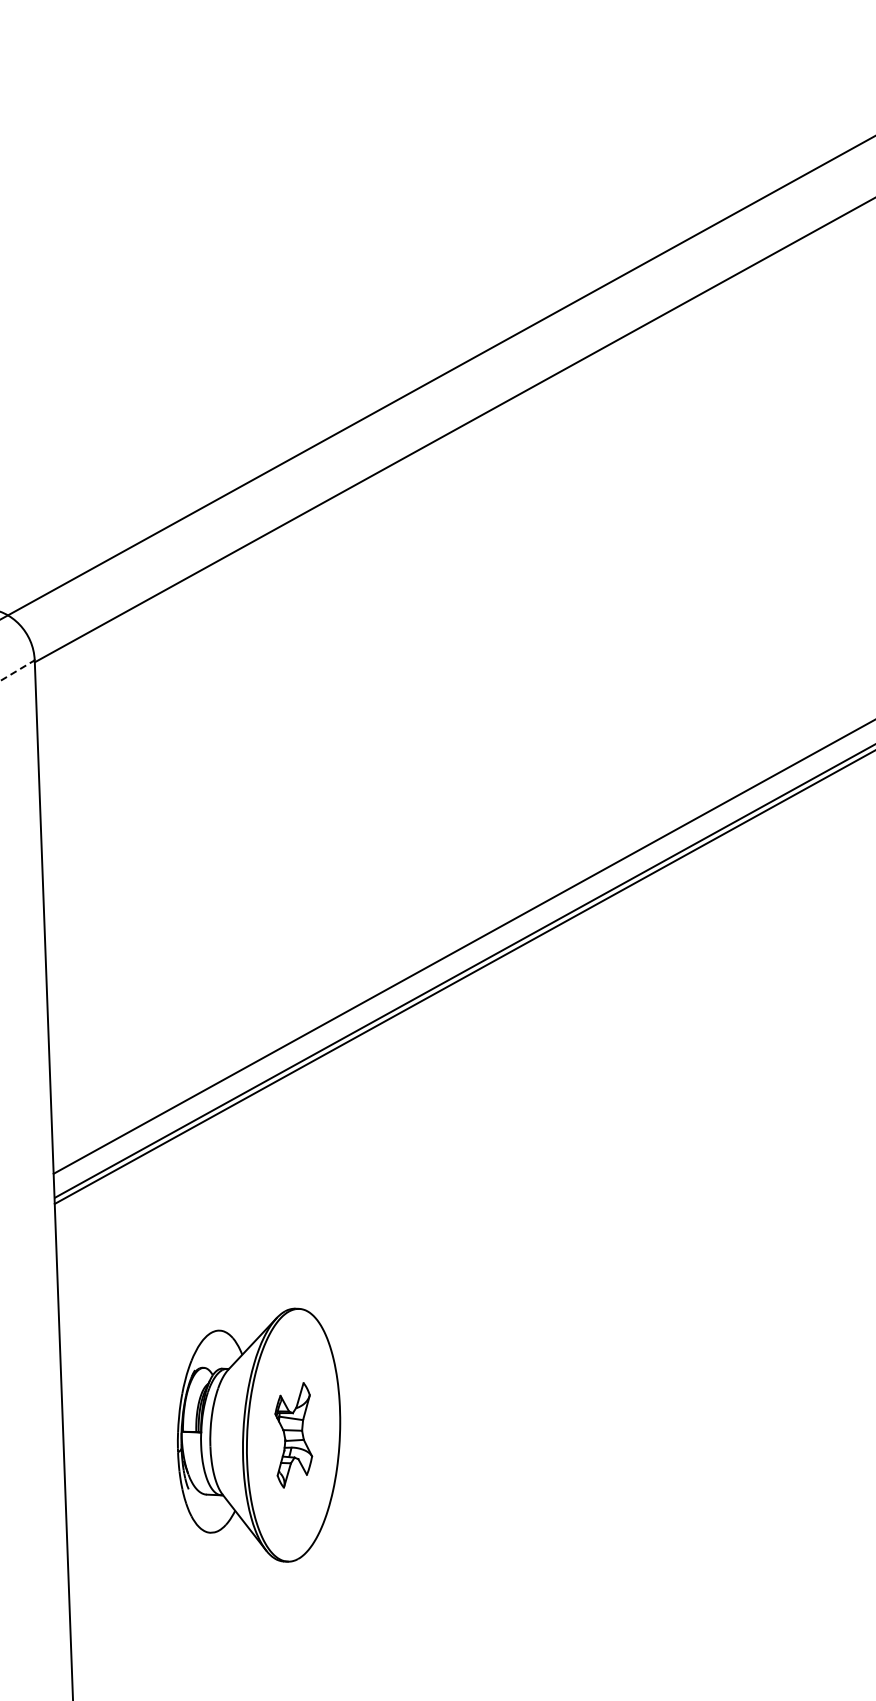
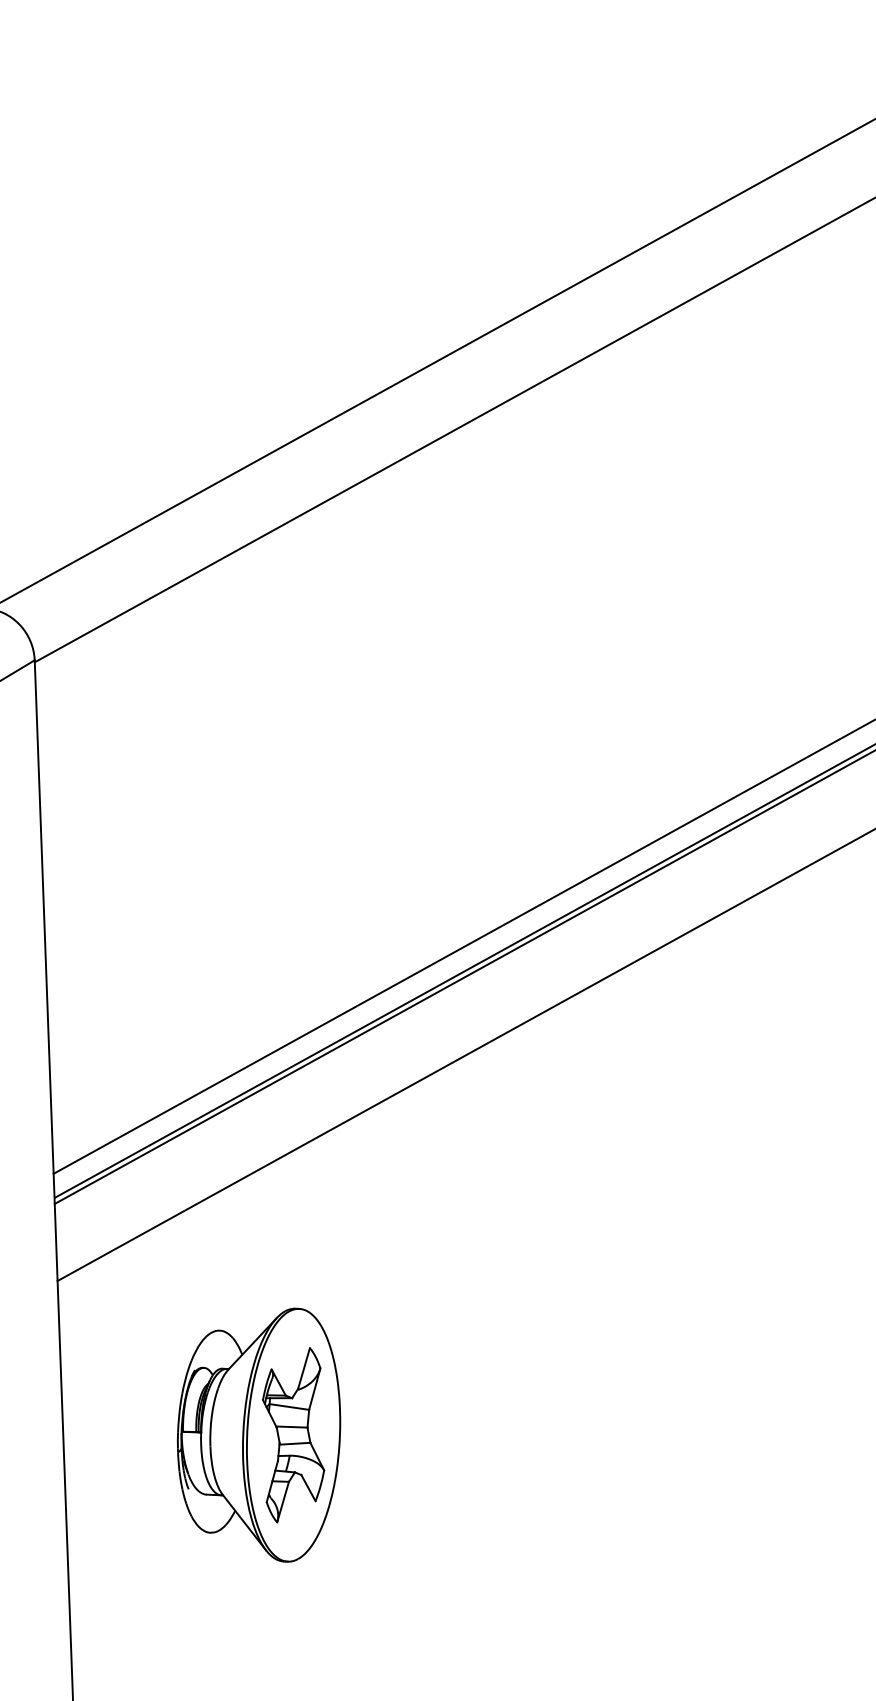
line at (437, 377) position: (437, 377) -> (437, 360)
line at (17, 670): dashed -> solid
line at (464, 1055): none -> present
part at (293, 1435) size: 40x107 px -> 64x177 px
